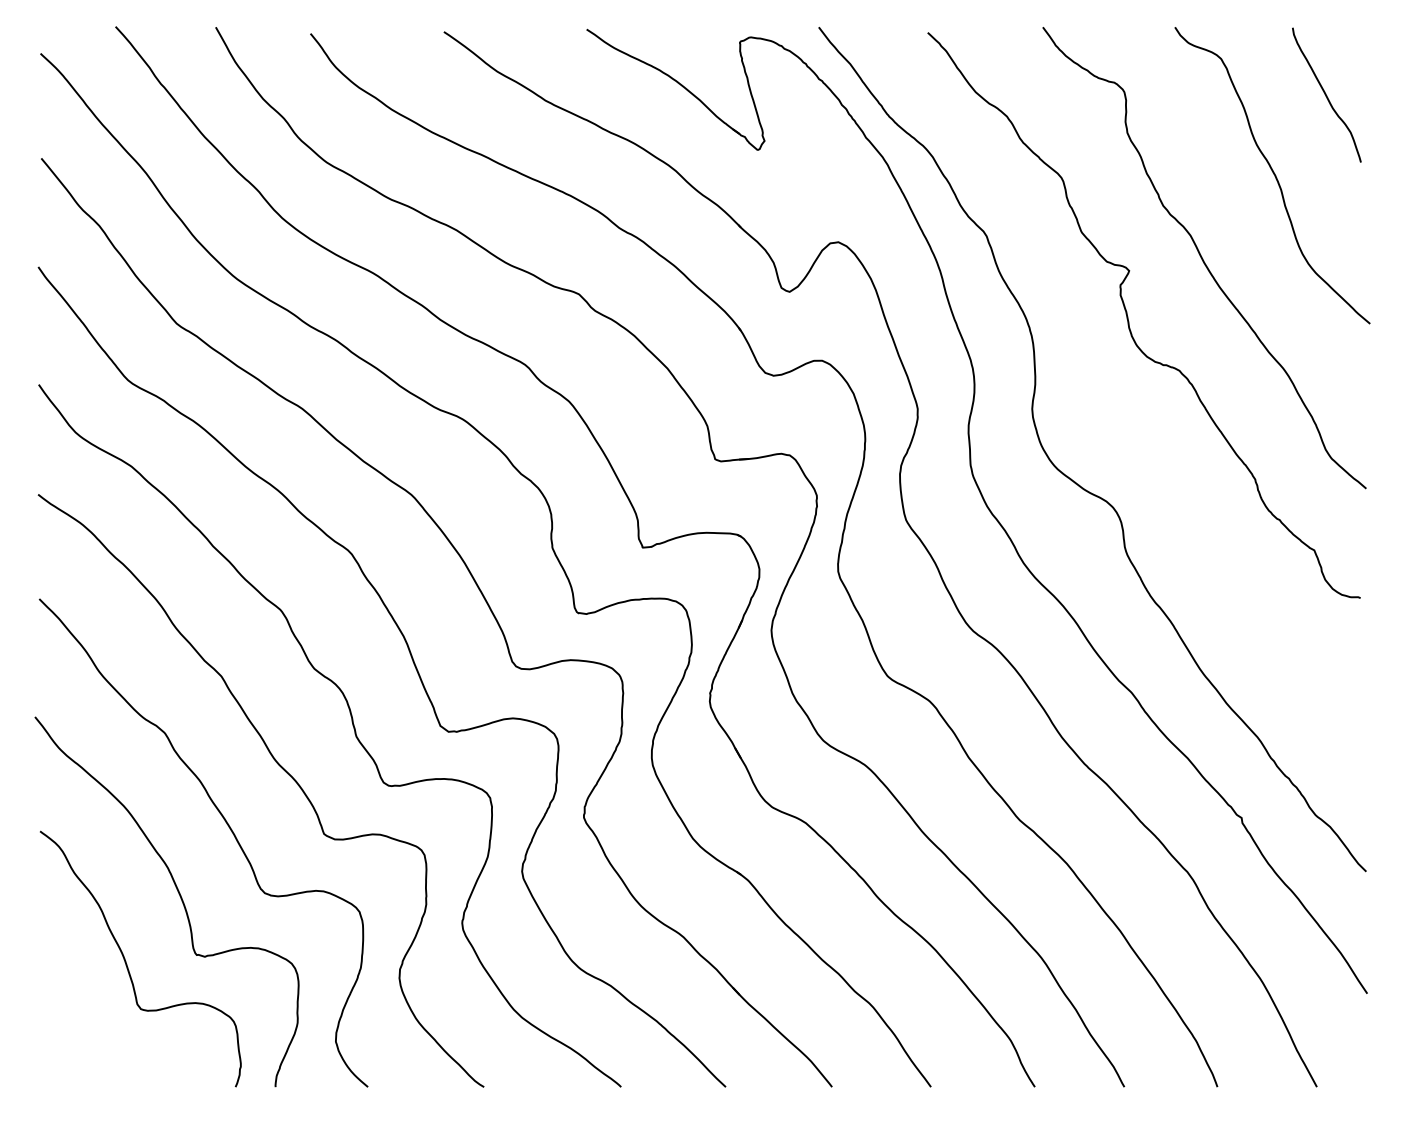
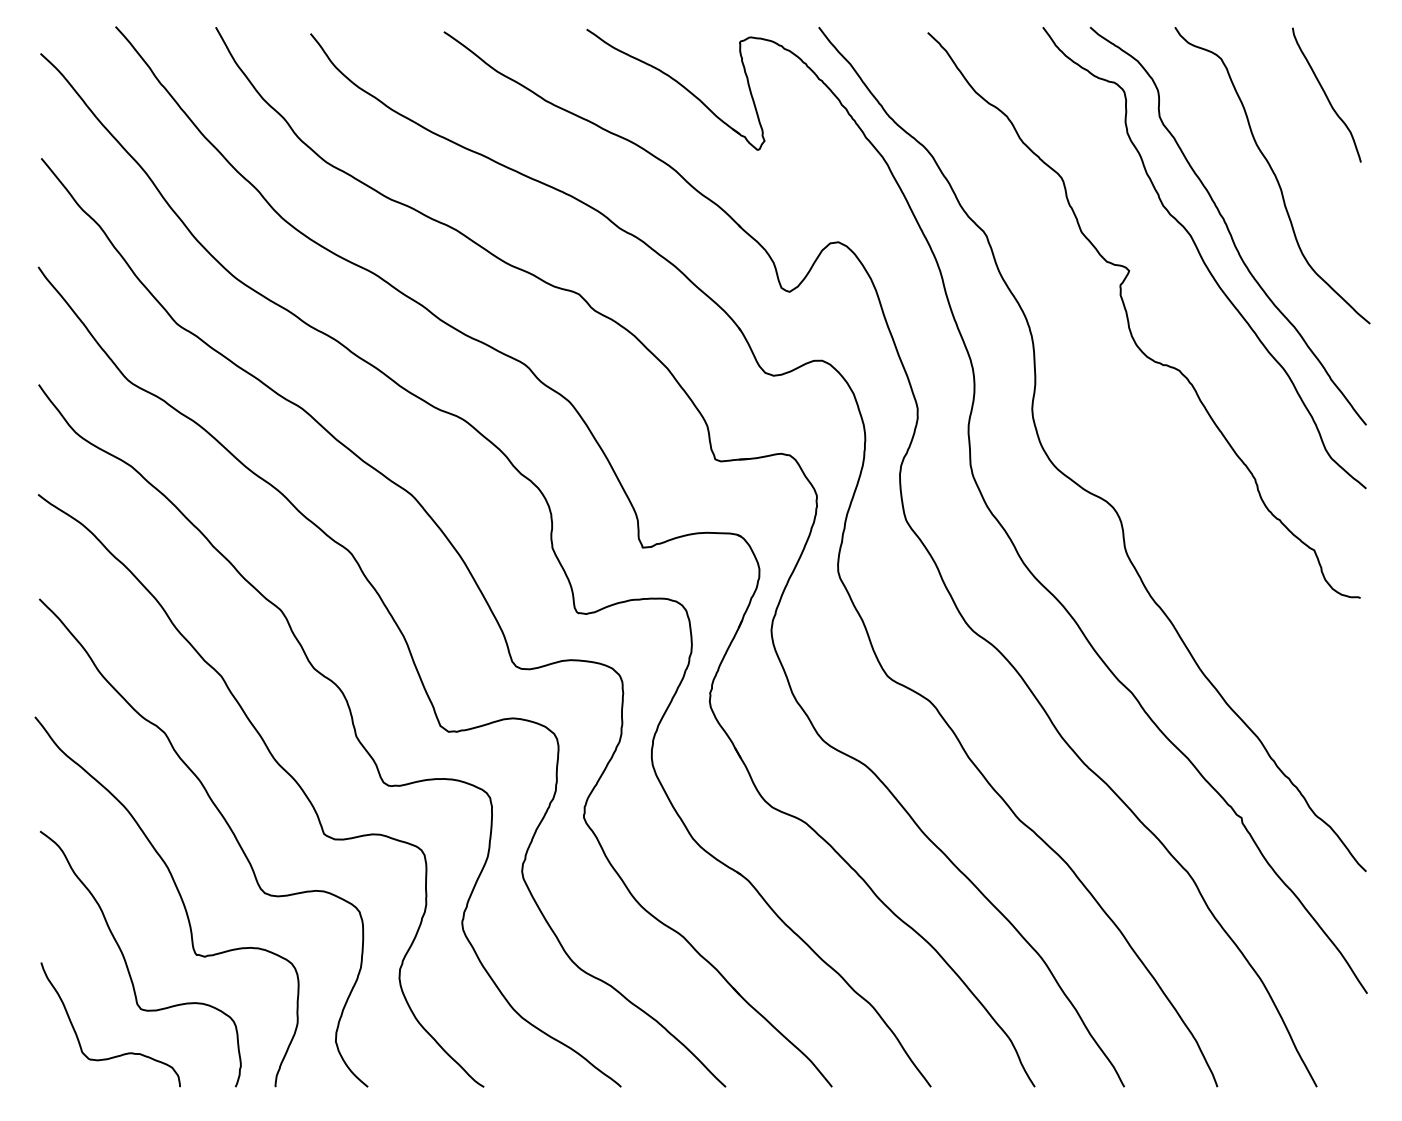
curve at (1227, 225): none -> present
curve at (116, 1055): none -> present
